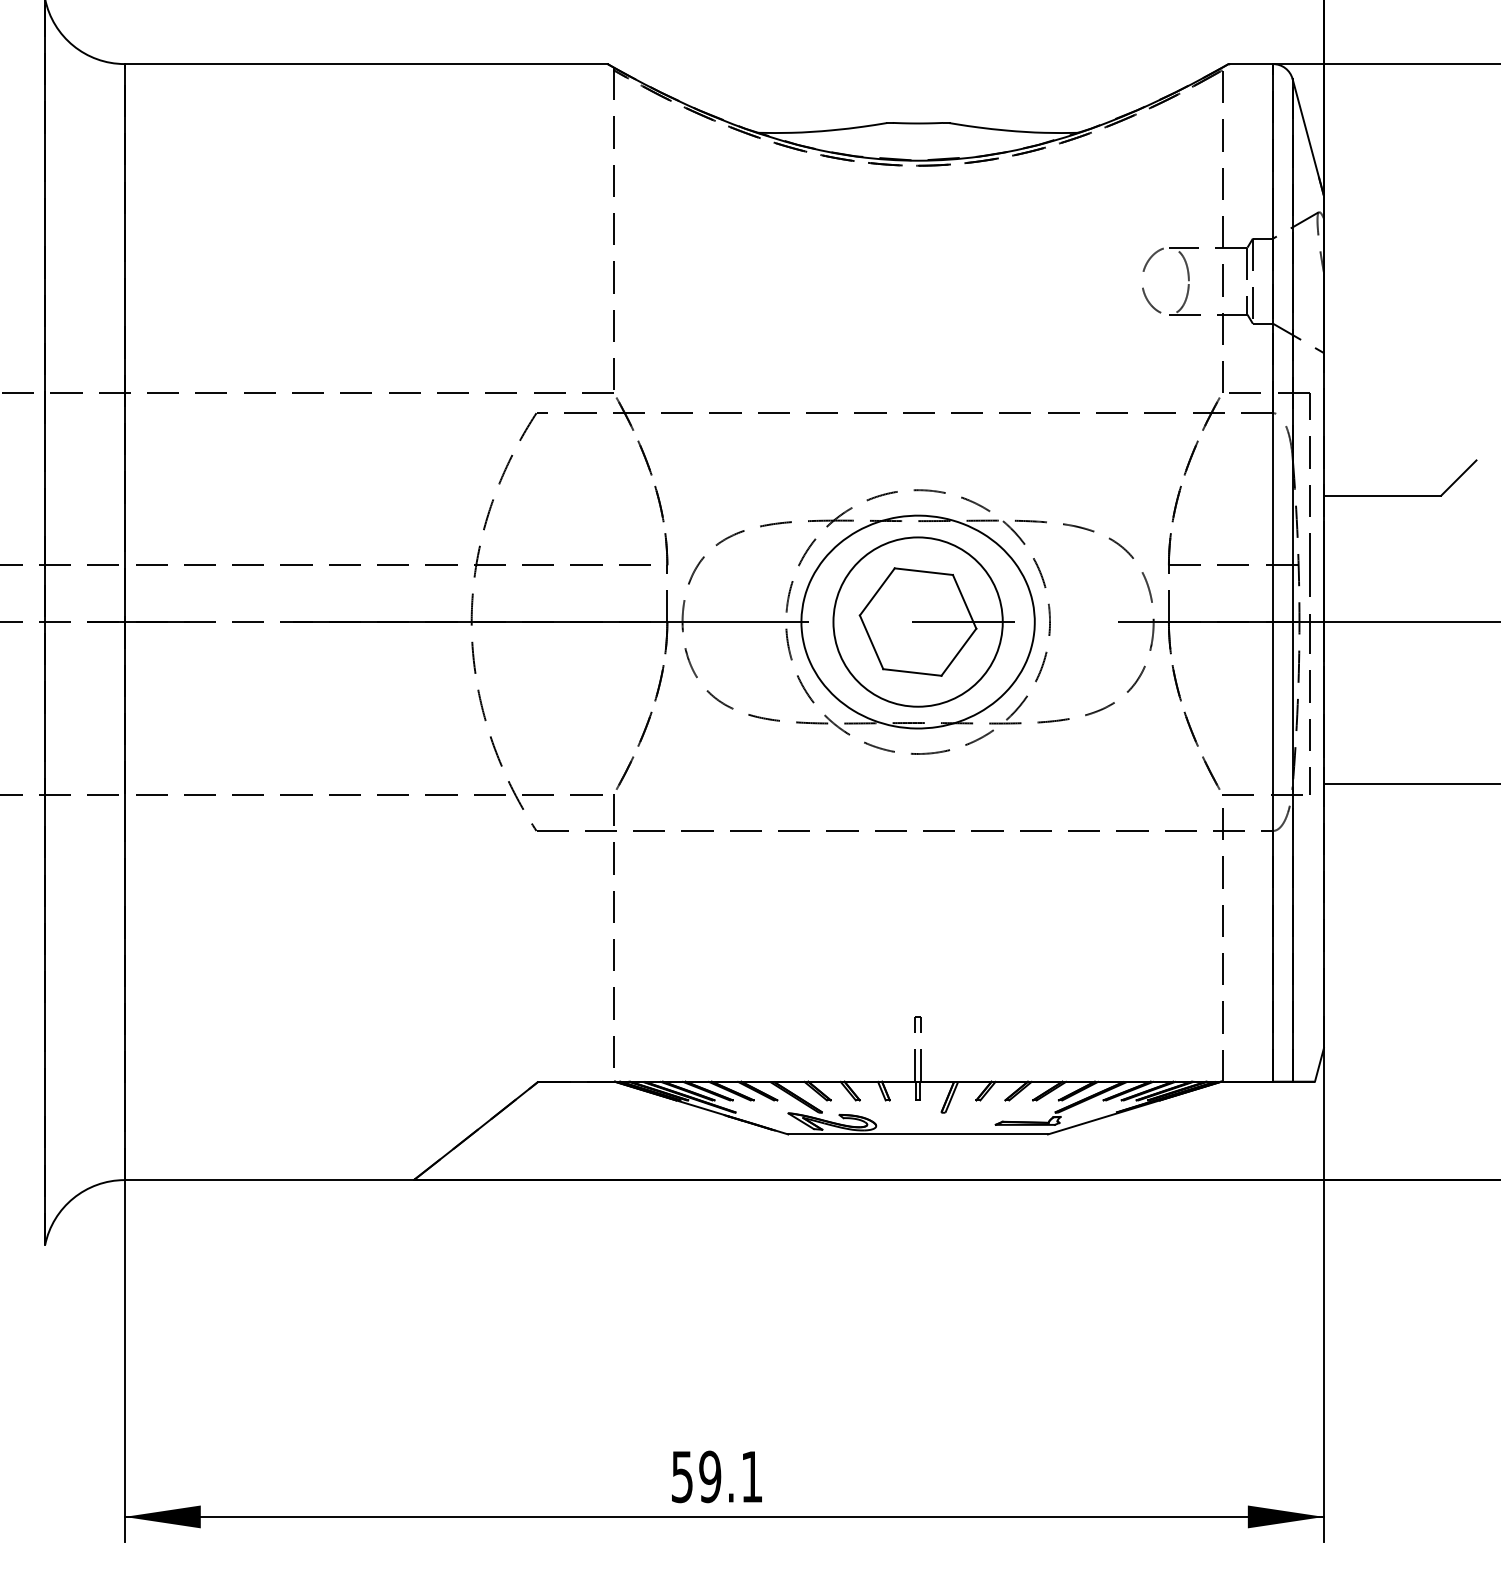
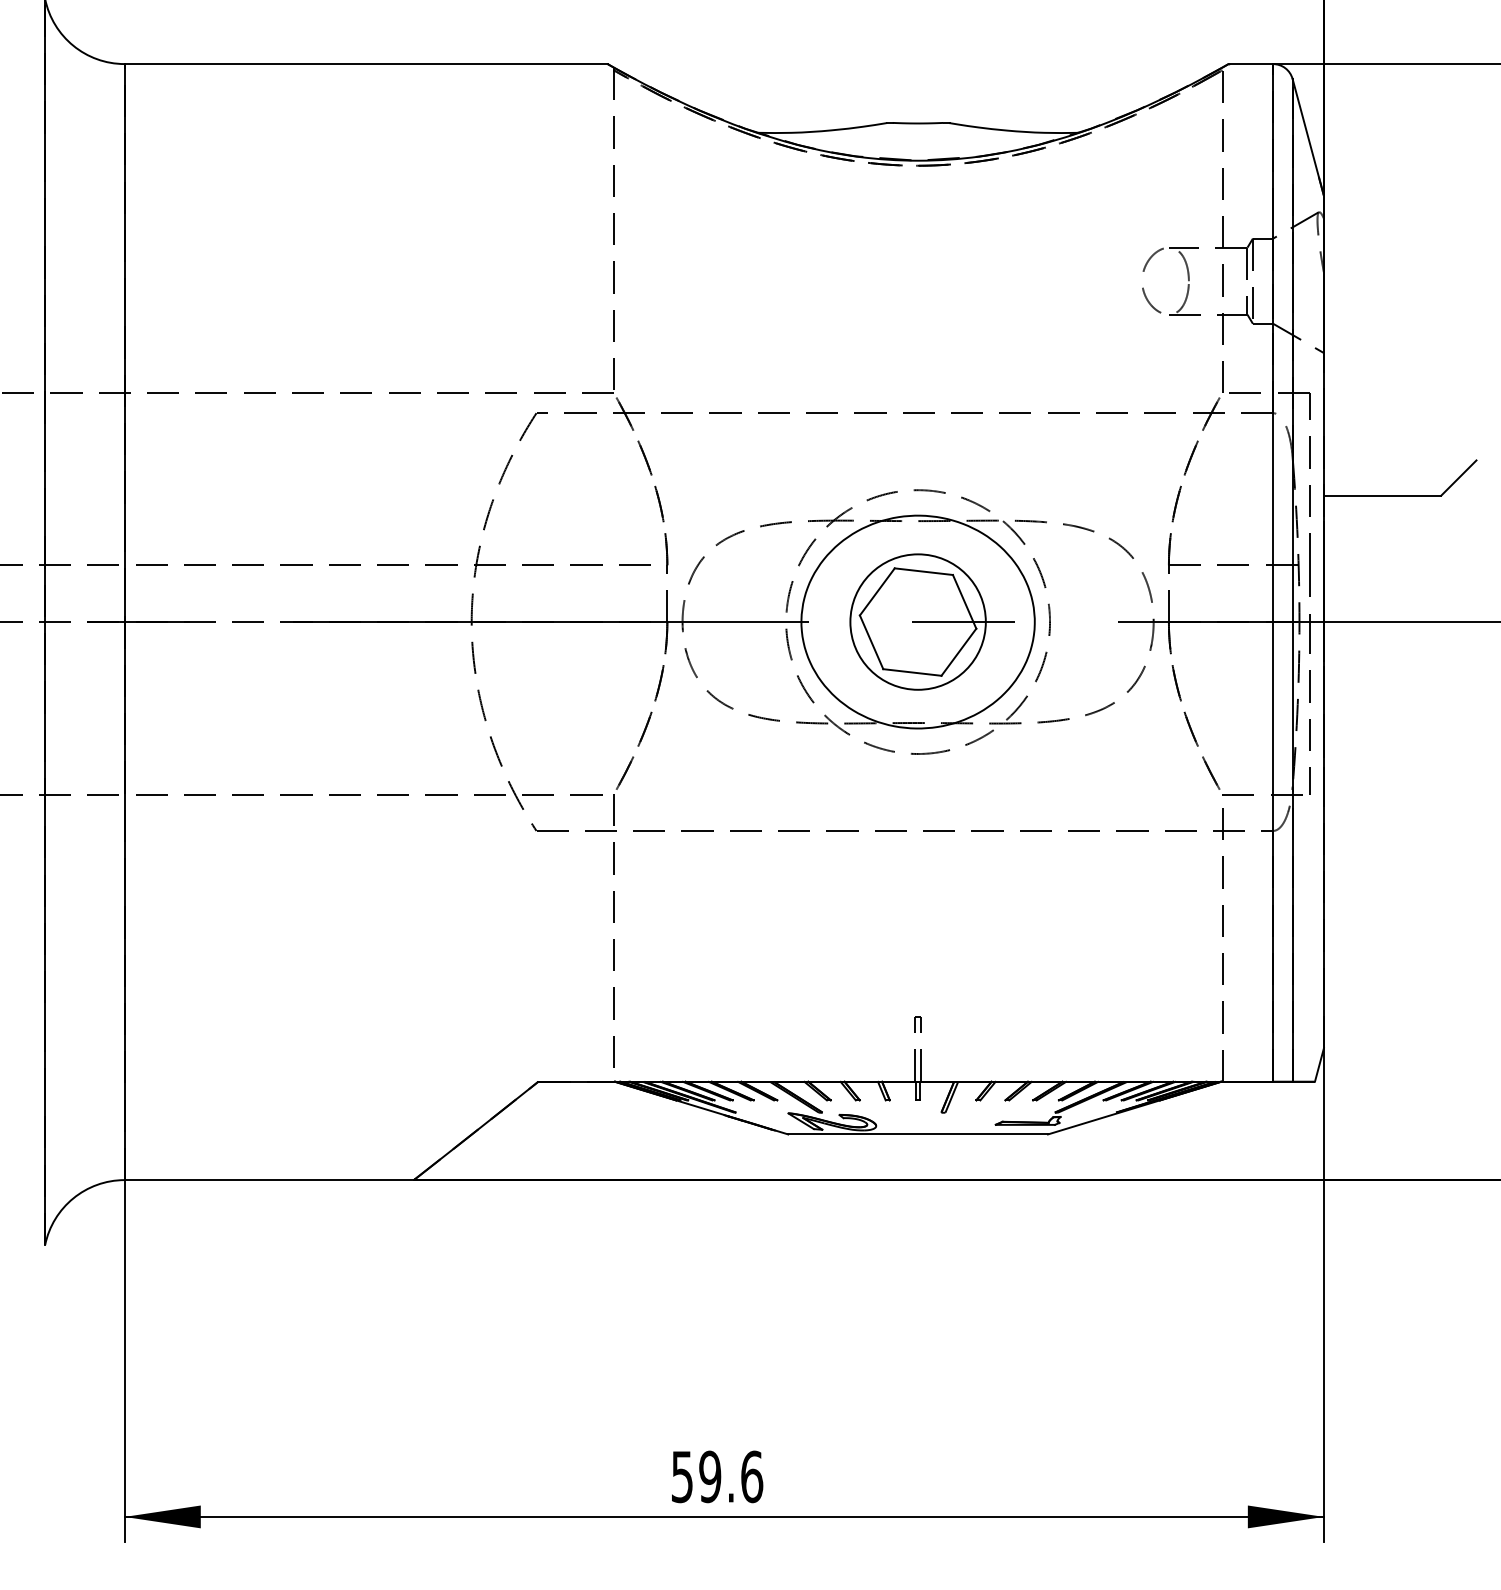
circle at (917, 621) diameter: 169 px -> 135 px
line at (1410, 784): present -> none
text at (752, 1476): 59.1 -> 59.6
